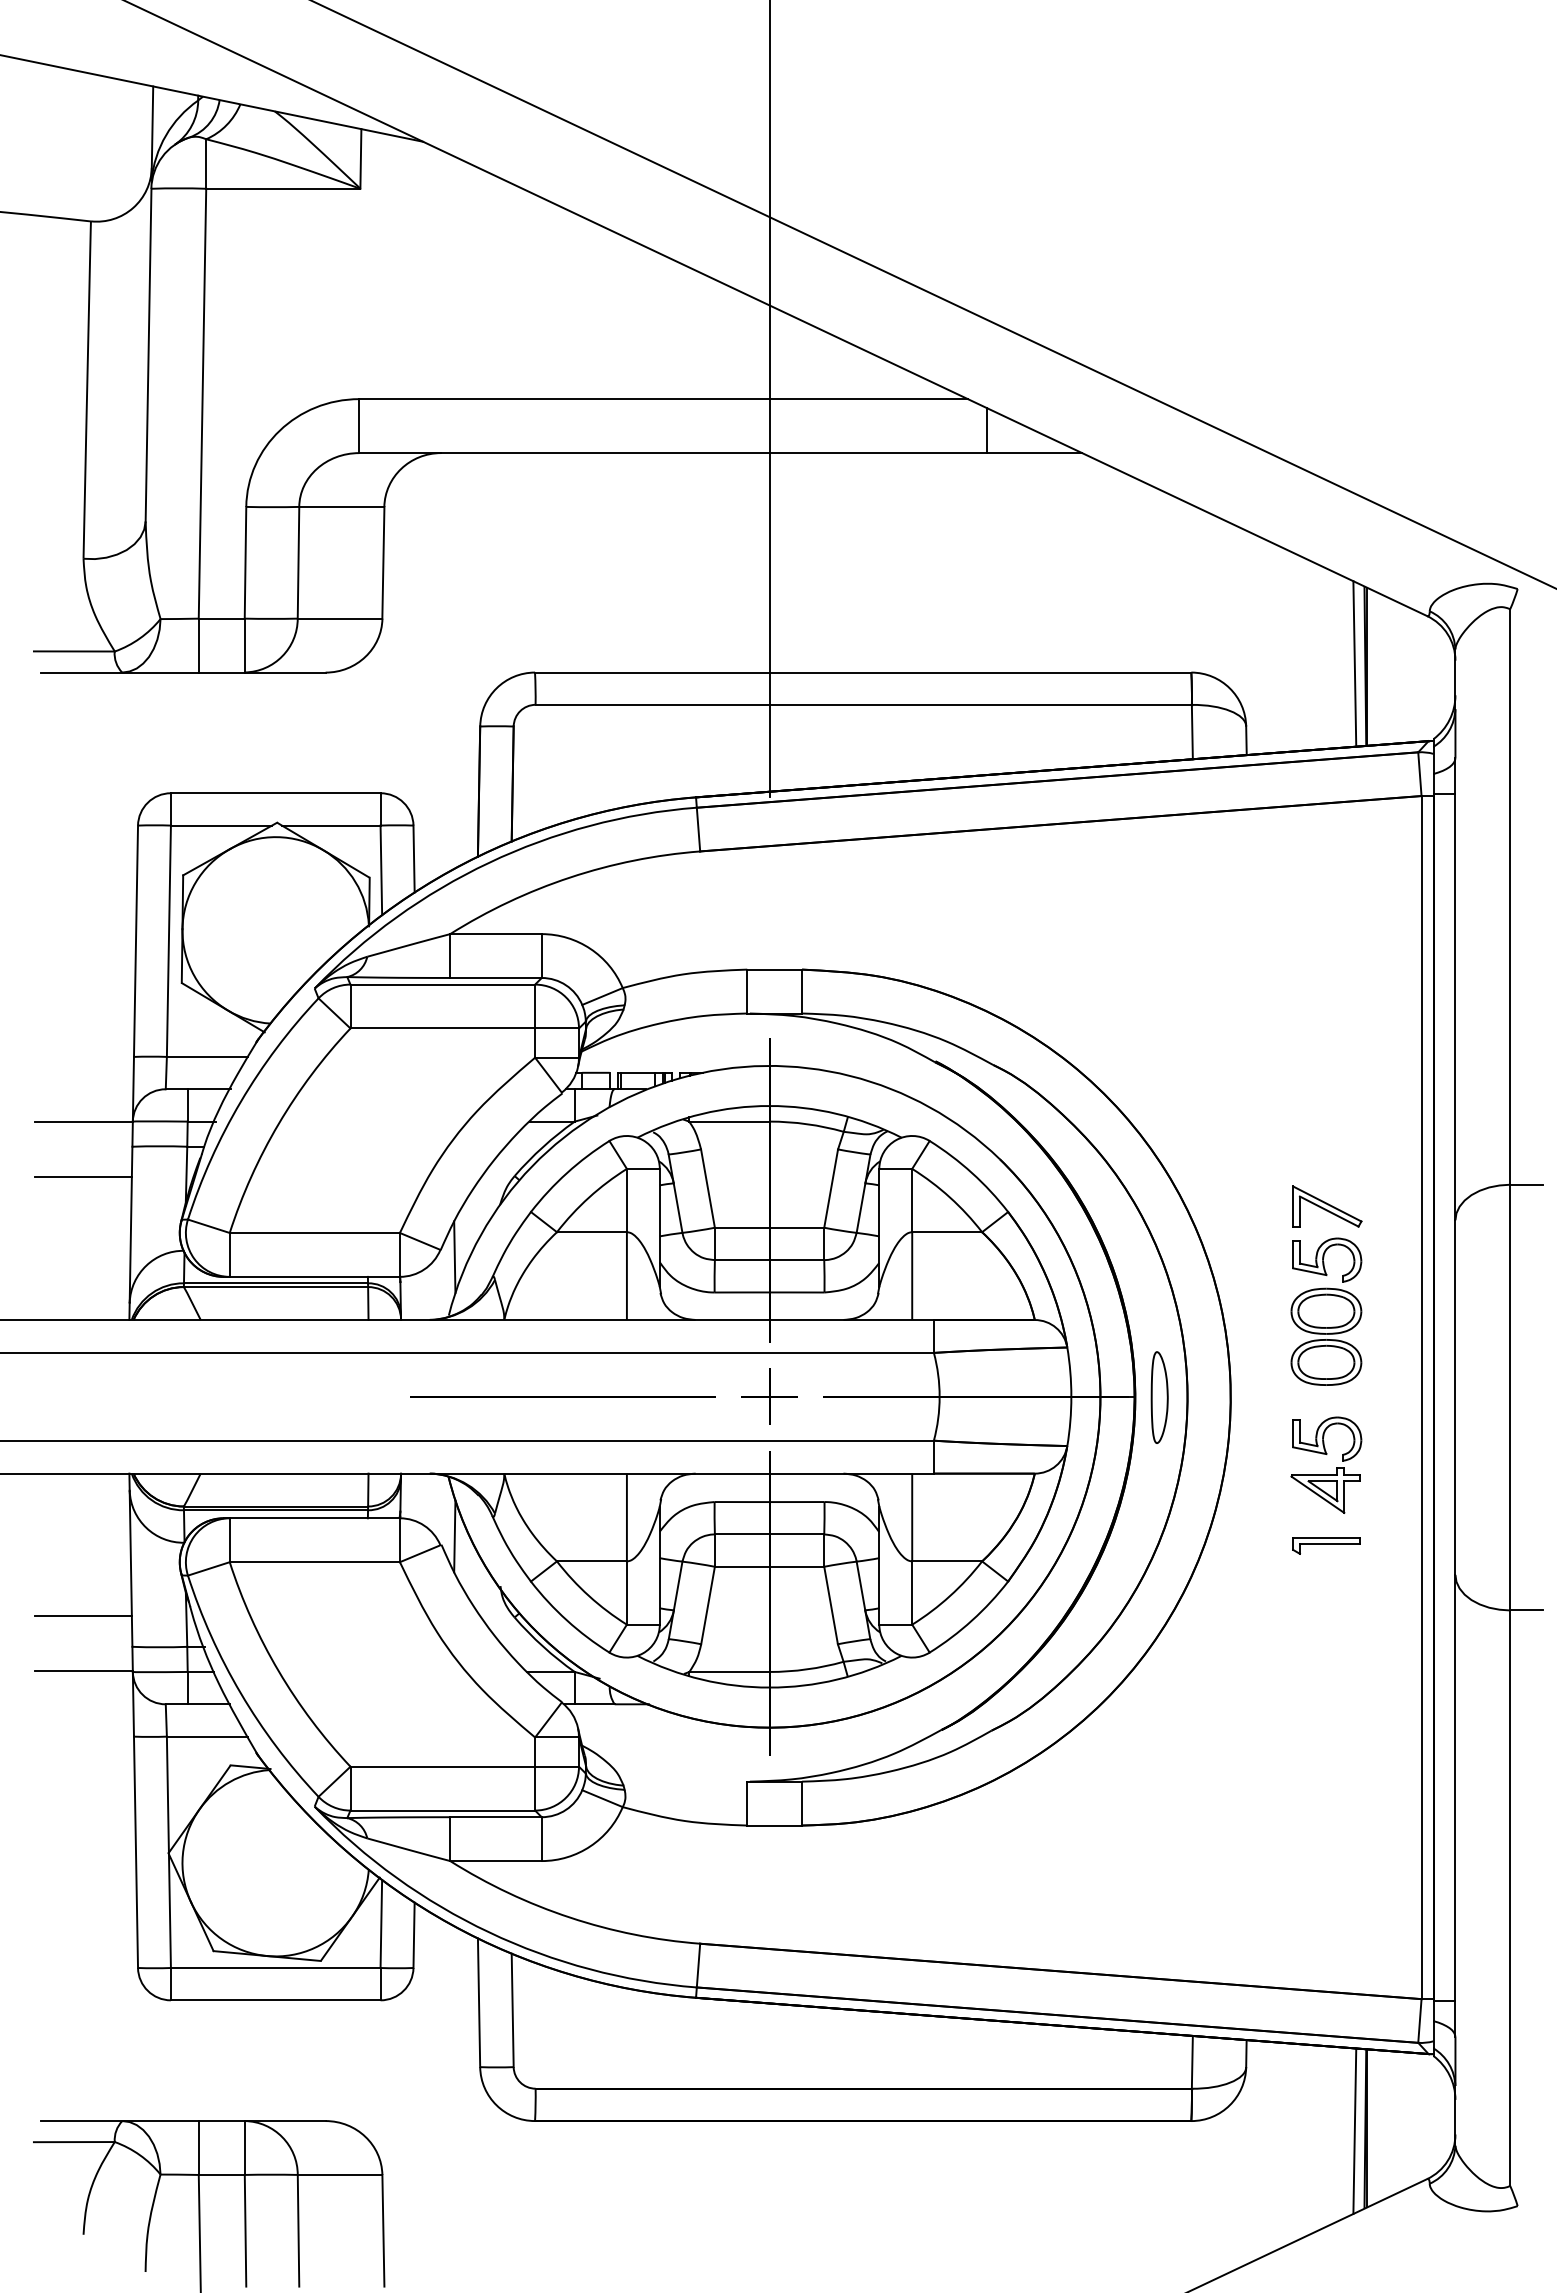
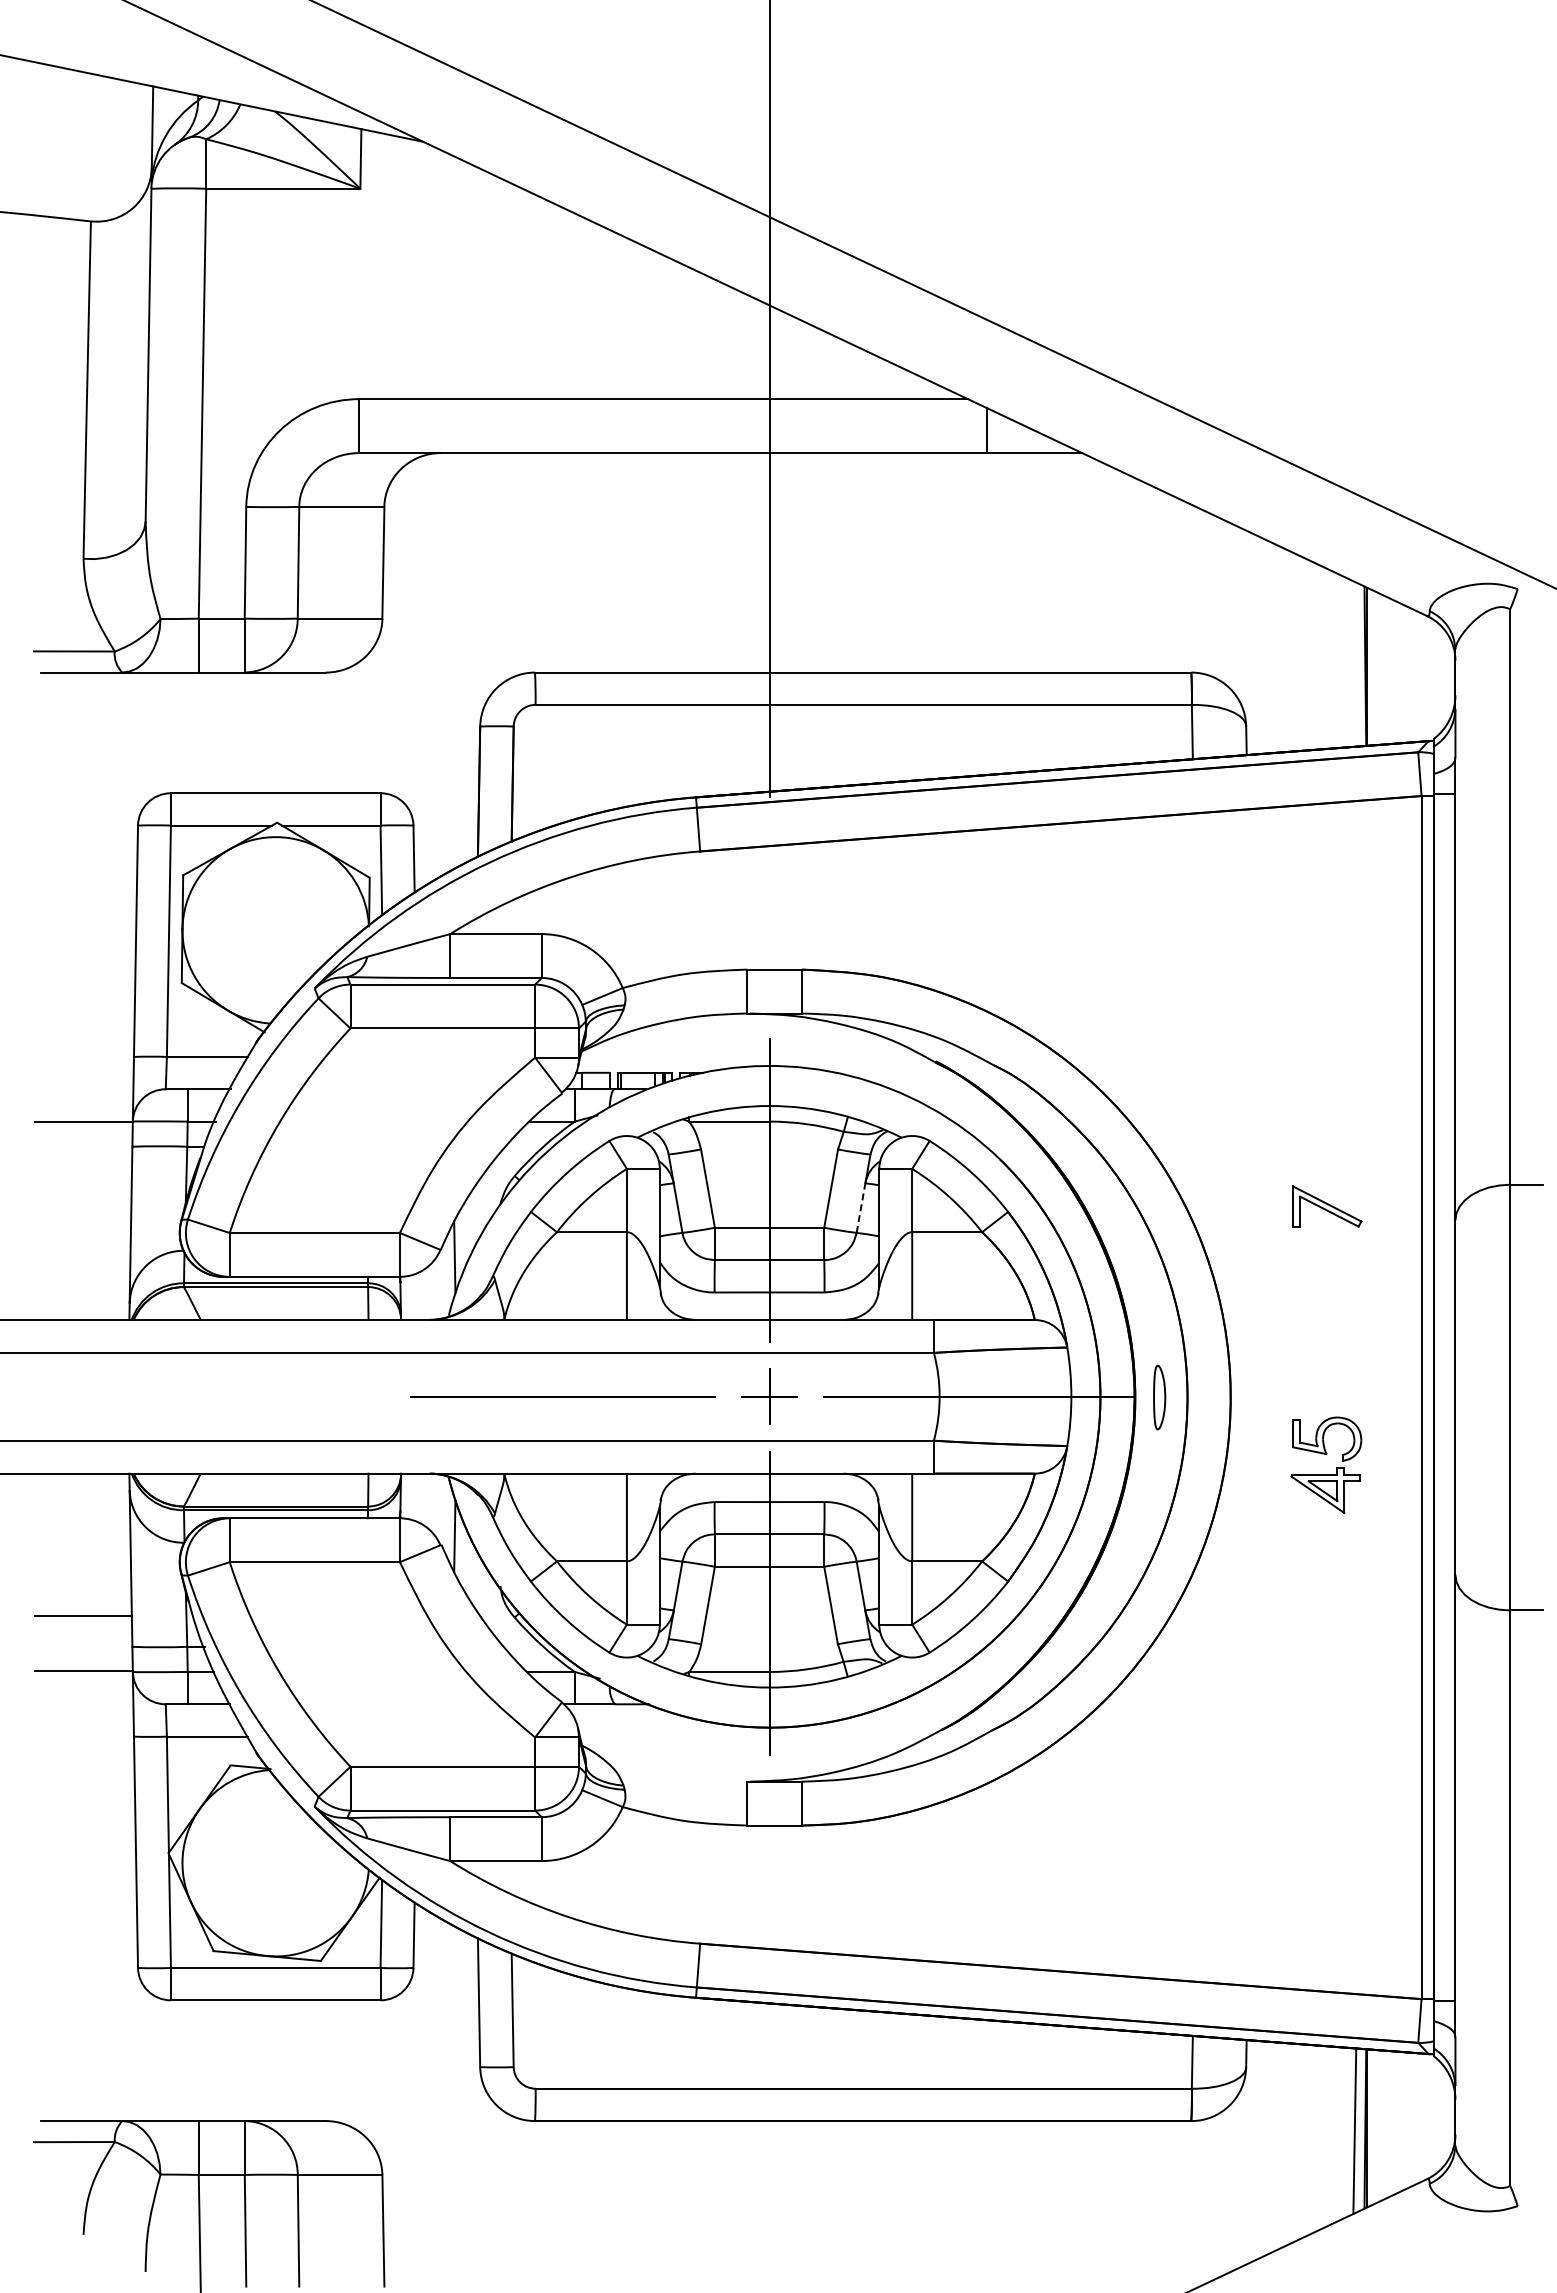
line at (1354, 663): present -> none
line at (83, 1177): present -> none
line at (861, 1207): solid -> dashed
part at (1326, 1311): present -> none
part at (1159, 1397) size: 19x93 px -> 14x67 px
part at (1326, 1545): present -> none
